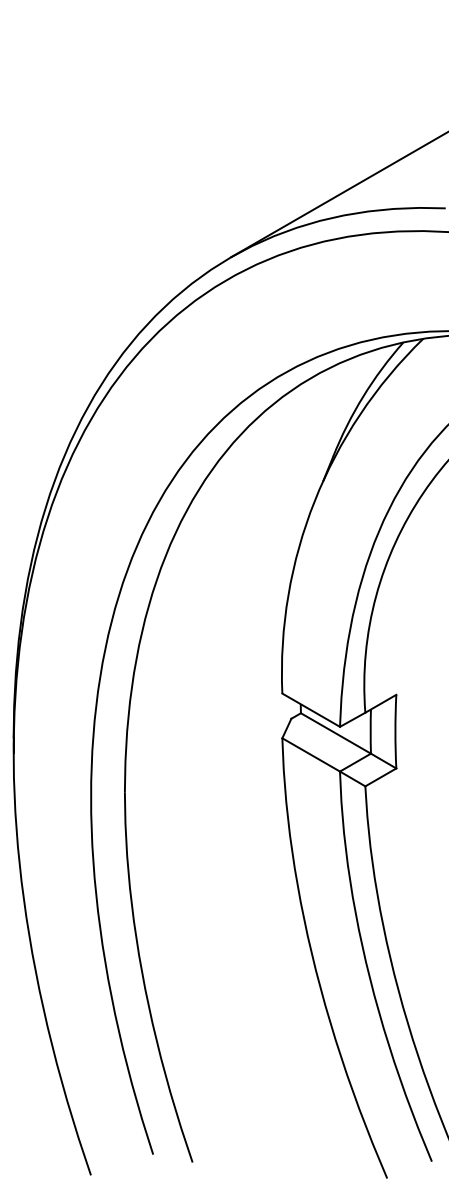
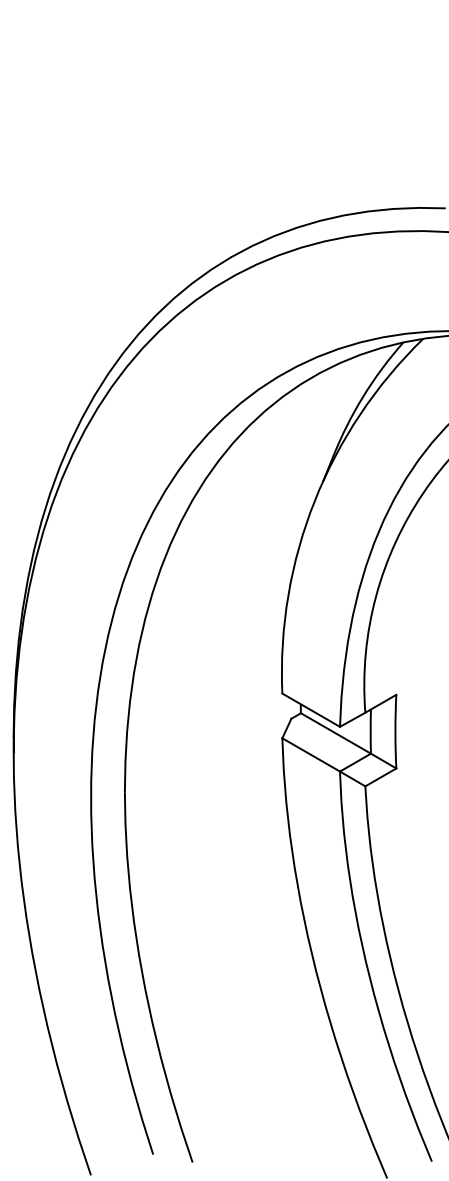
line at (338, 195): present -> none
